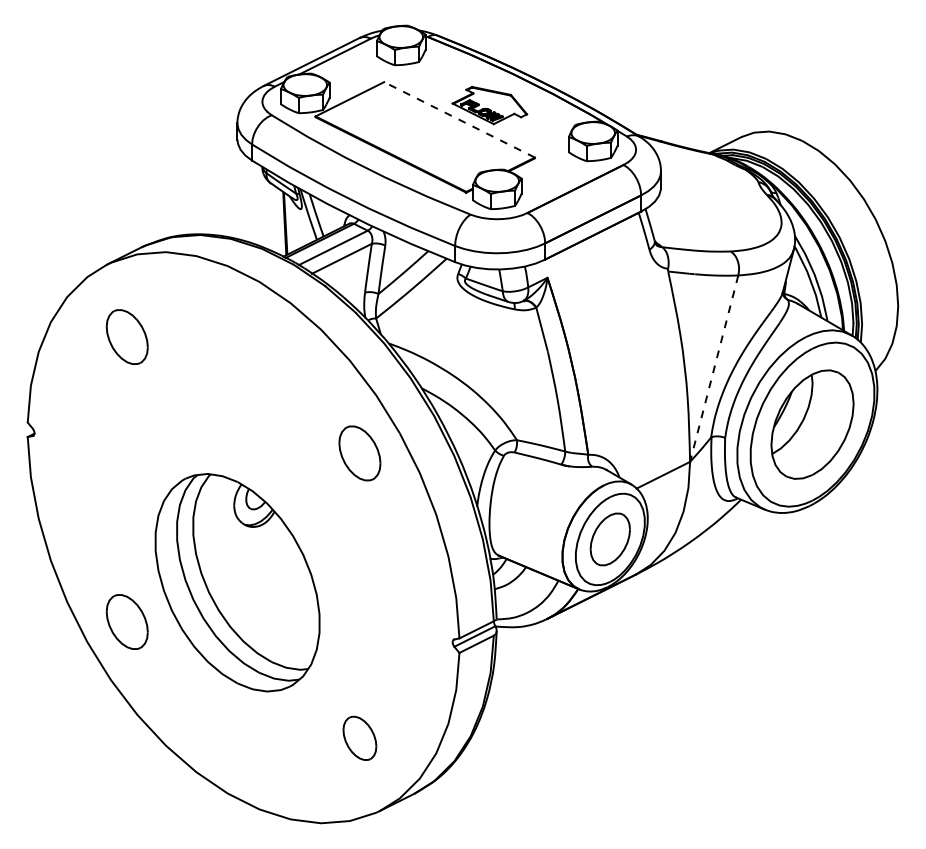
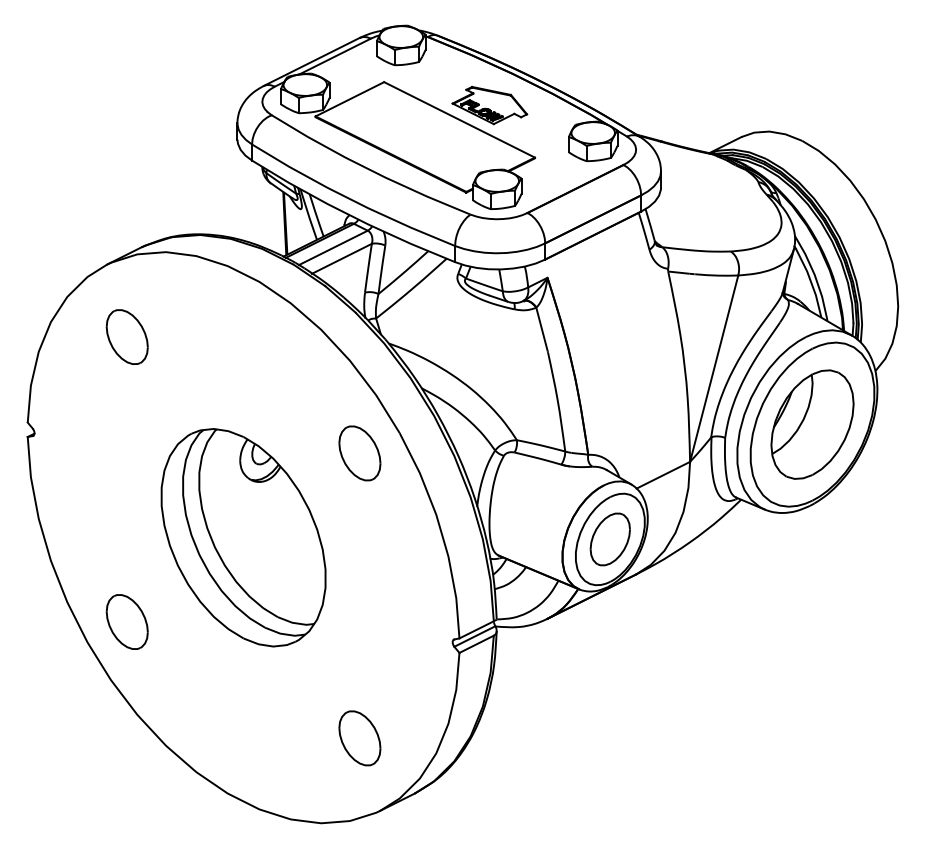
line at (459, 119): dashed -> solid
line at (714, 369): dashed -> solid
part at (237, 582) position: (237, 582) -> (243, 537)
part at (359, 737) size: 36x46 px -> 44x57 px
